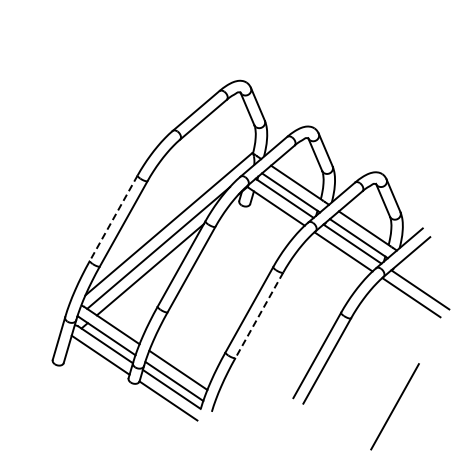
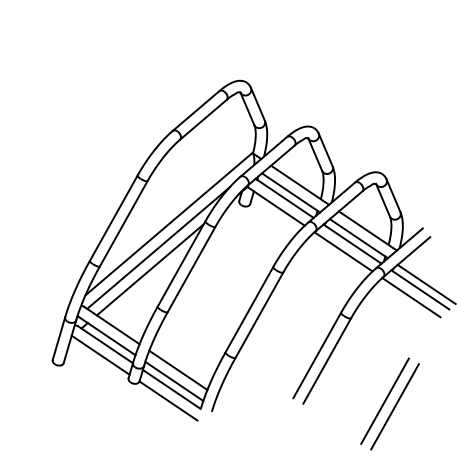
line at (113, 218): dashed -> solid
line at (425, 283): none -> present
line at (259, 315): dashed -> solid
line at (384, 400): none -> present
